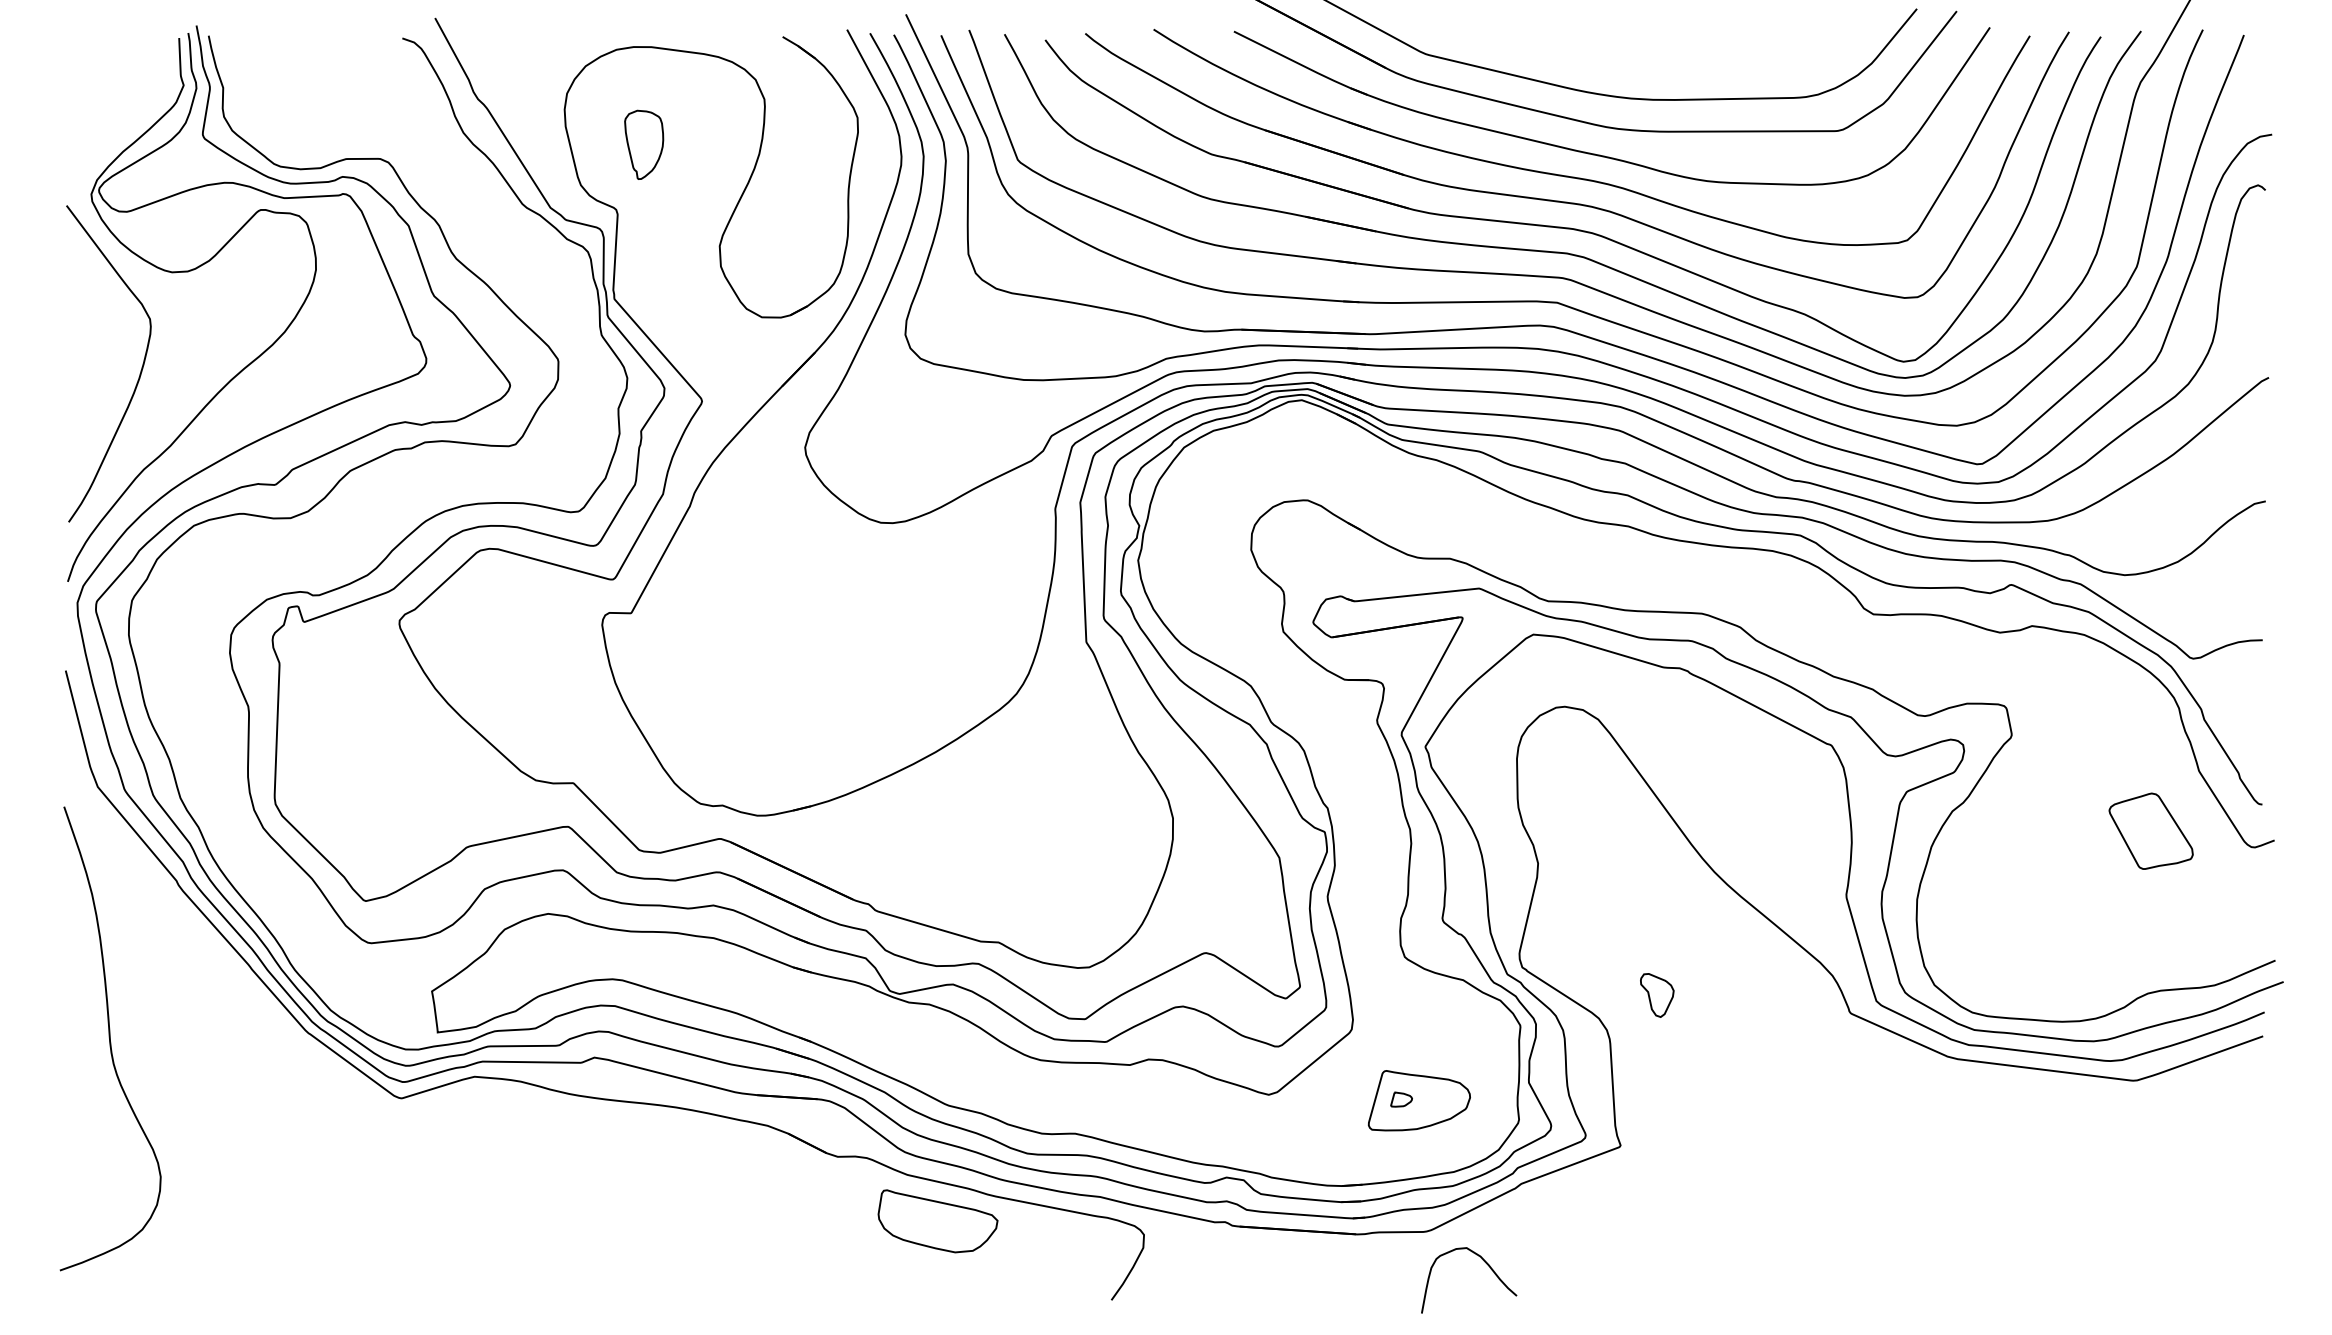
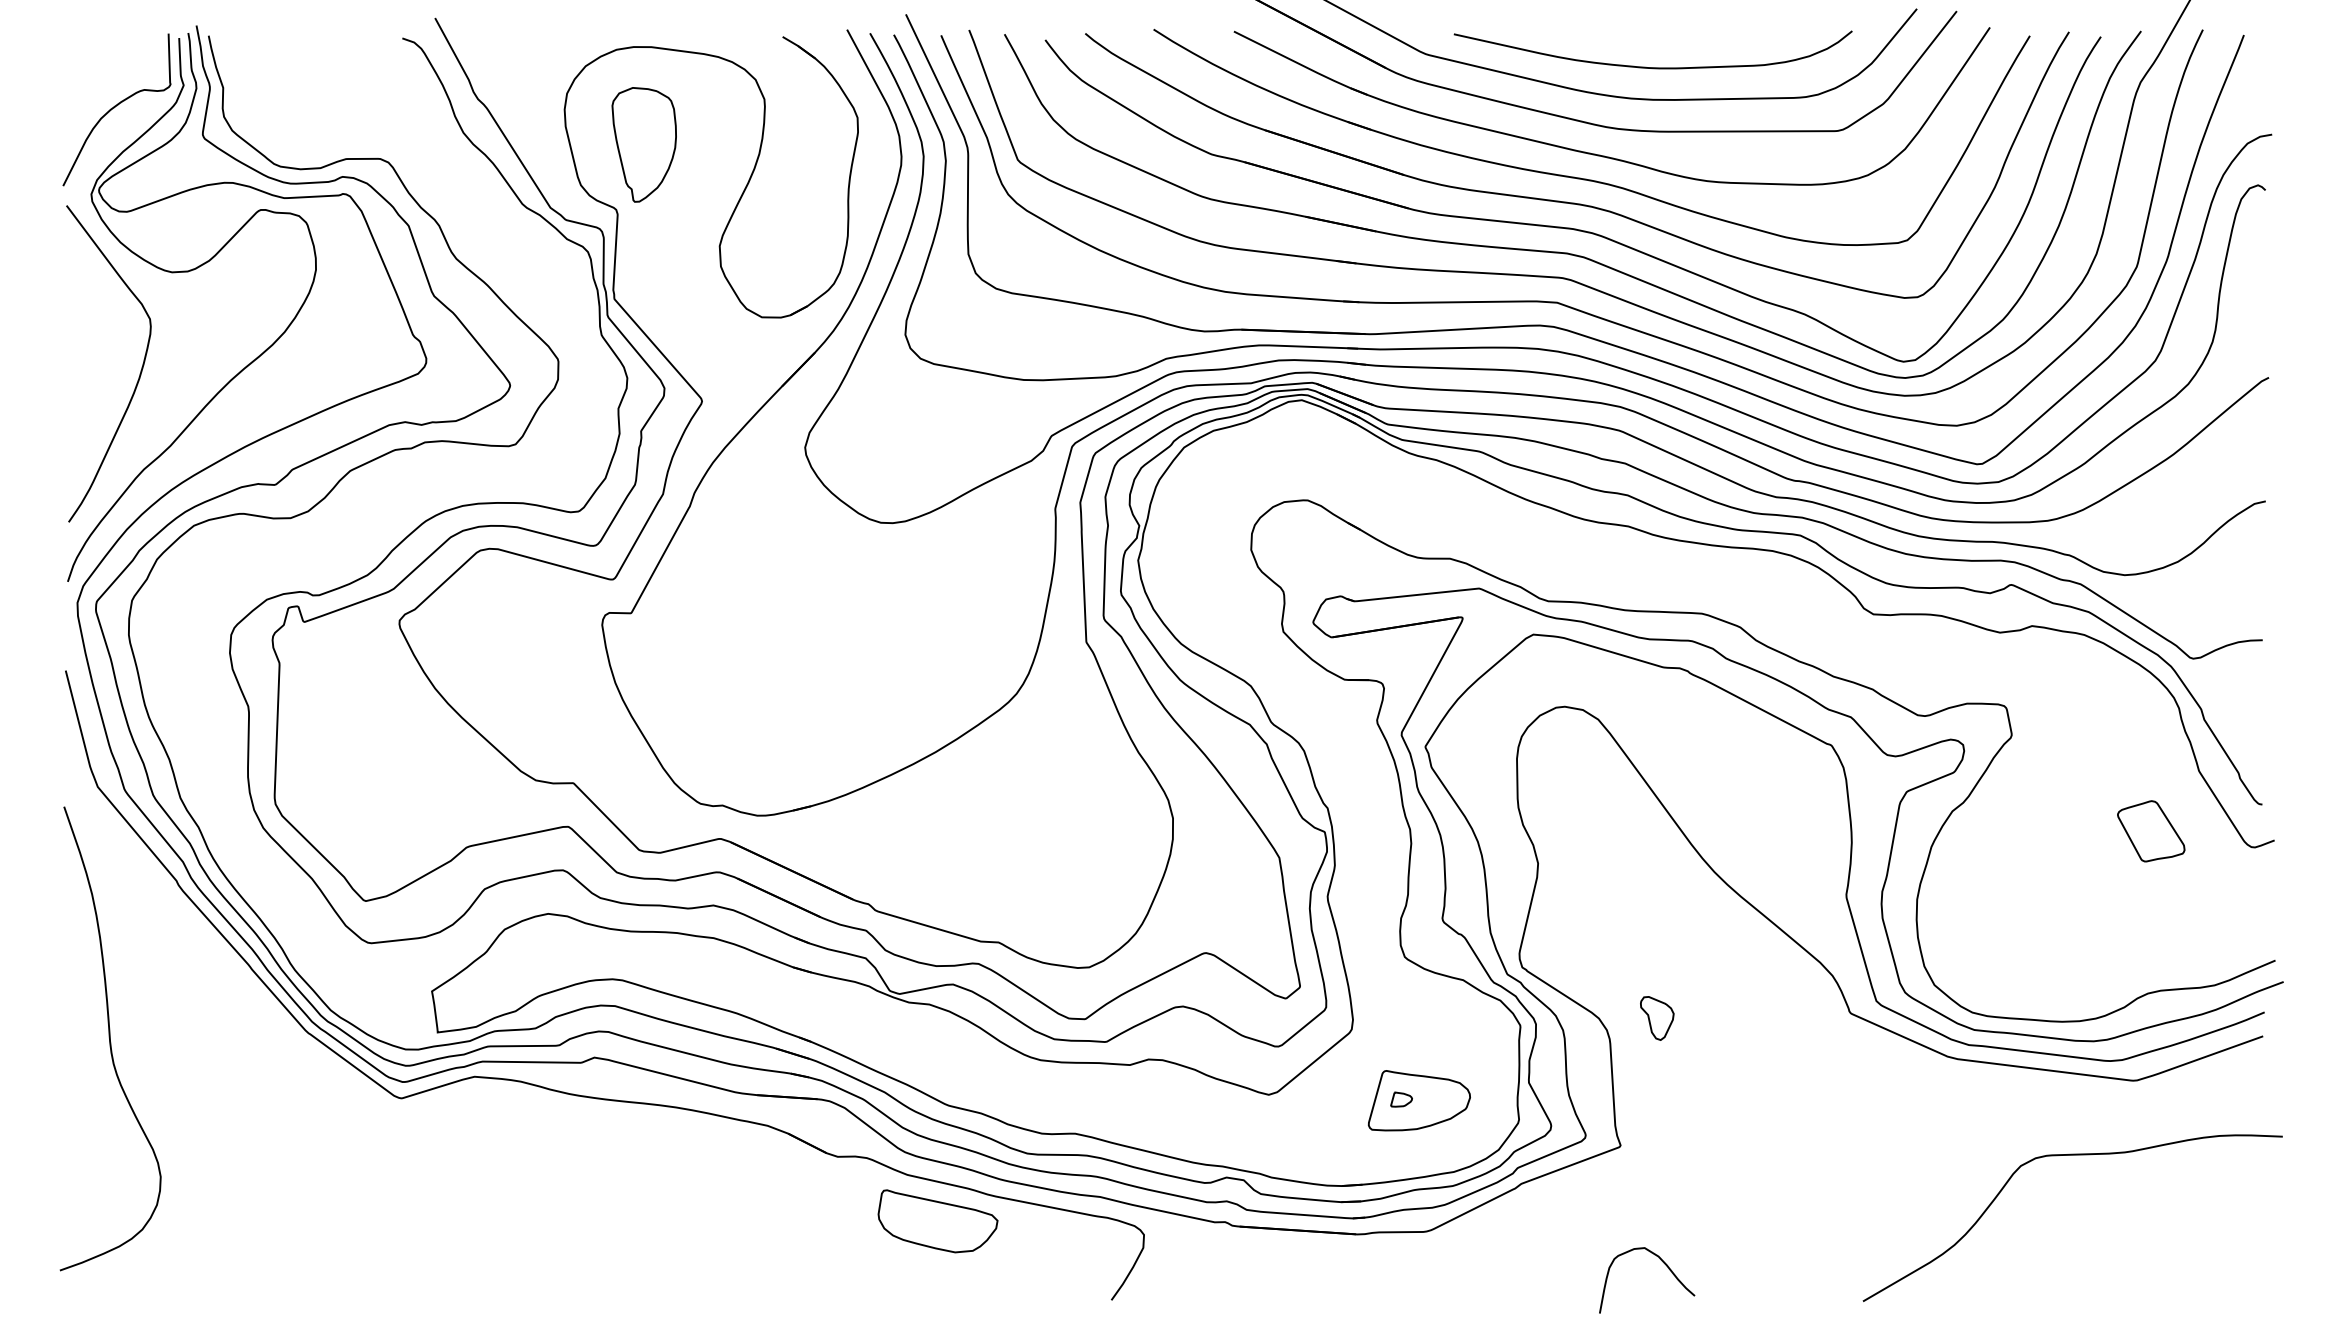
curve at (1652, 67): none -> present
curve at (115, 107): none -> present
part at (644, 144) size: 41x71 px -> 66x116 px
part at (2150, 830) size: 86x78 px -> 69x63 px
part at (1657, 995) position: (1657, 995) -> (1657, 1018)
curve at (2072, 1155): none -> present
curve at (1485, 1263) position: (1485, 1263) -> (1663, 1263)
